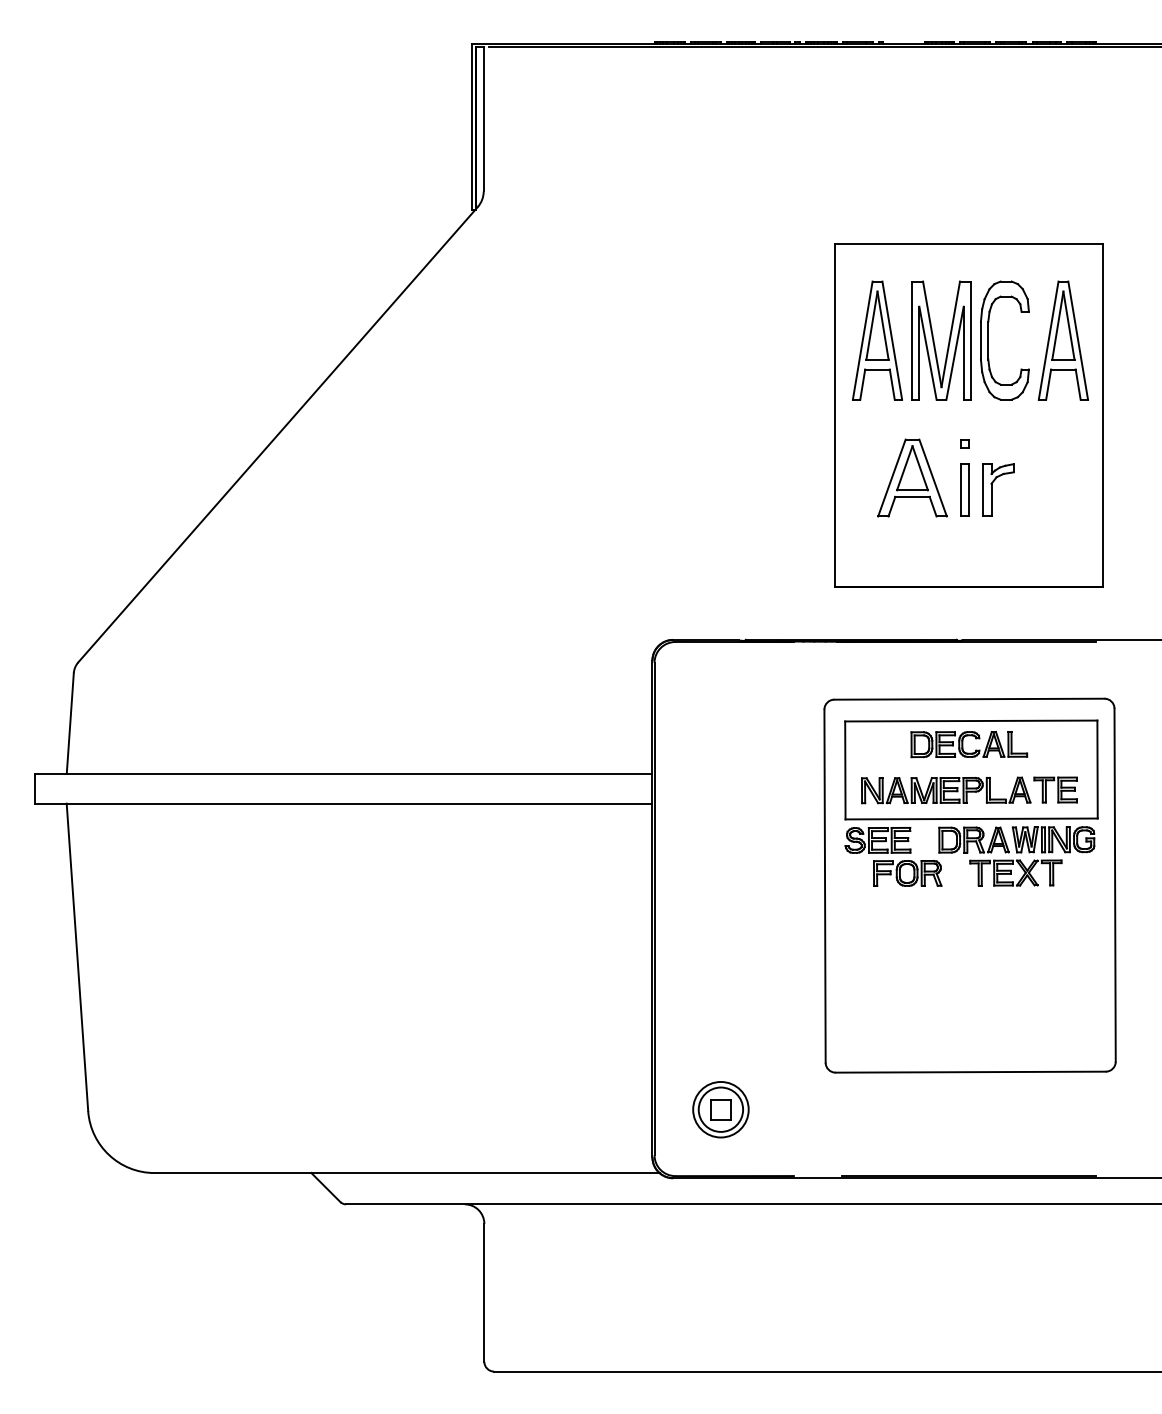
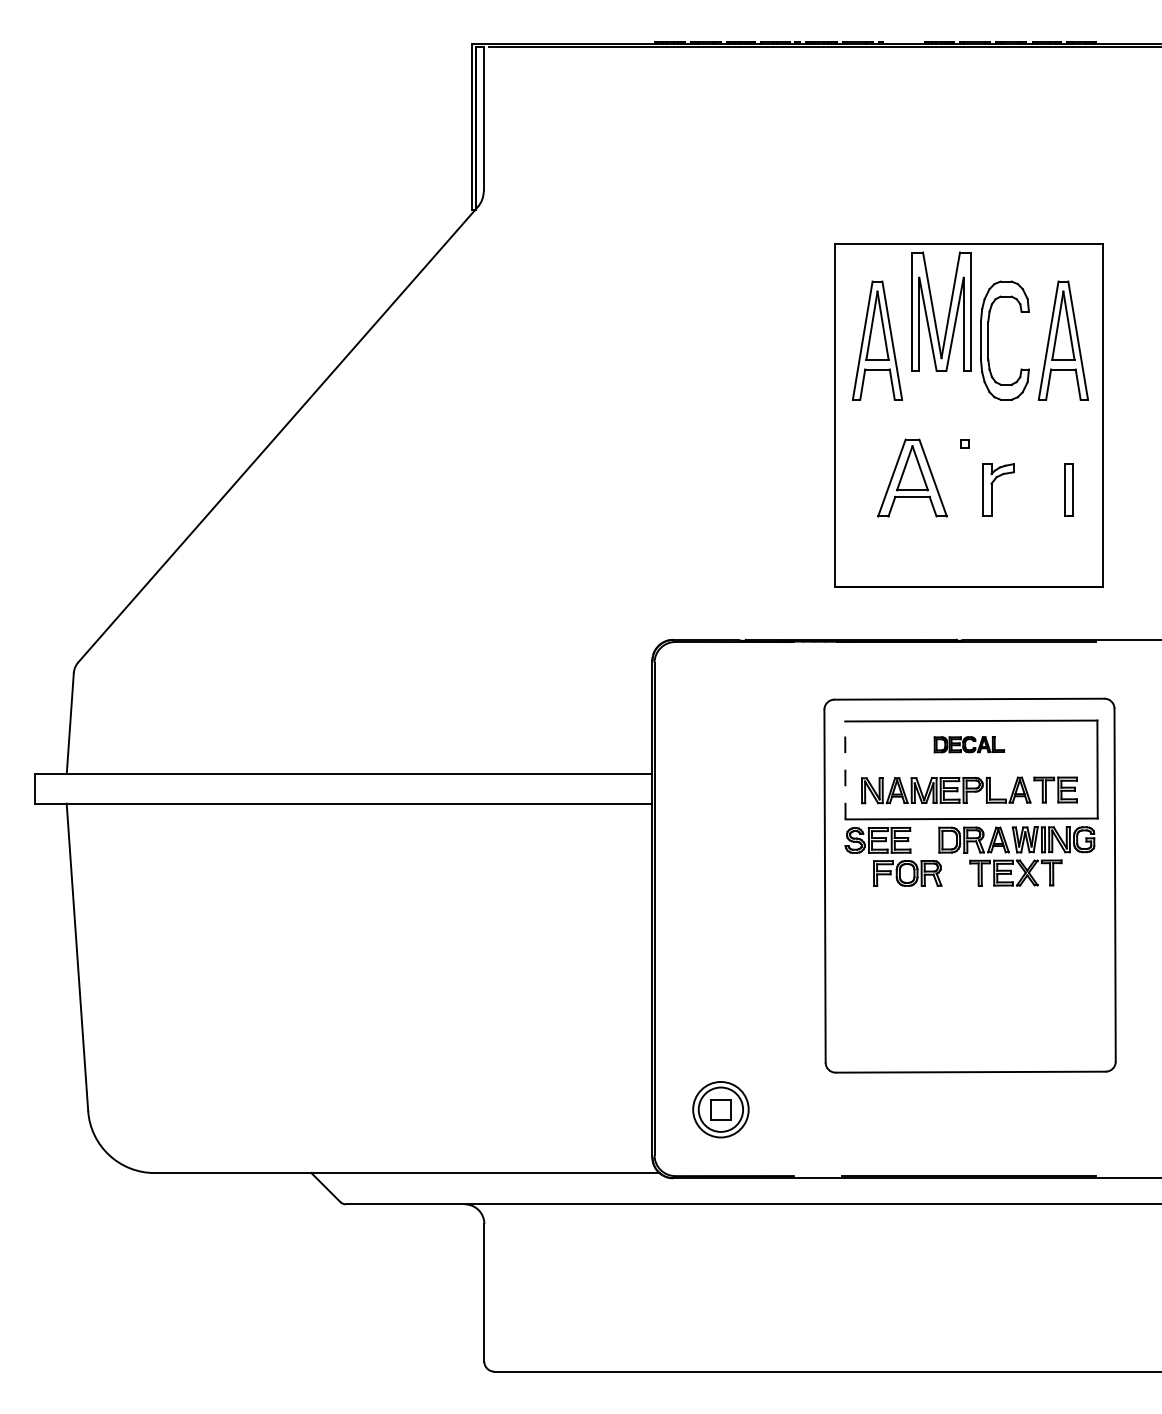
part at (934, 340) position: (934, 340) -> (934, 311)
part at (964, 489) position: (964, 489) -> (1068, 489)
part at (969, 744) size: 119x28 px -> 72x18 px
line at (845, 770): solid -> dashed
